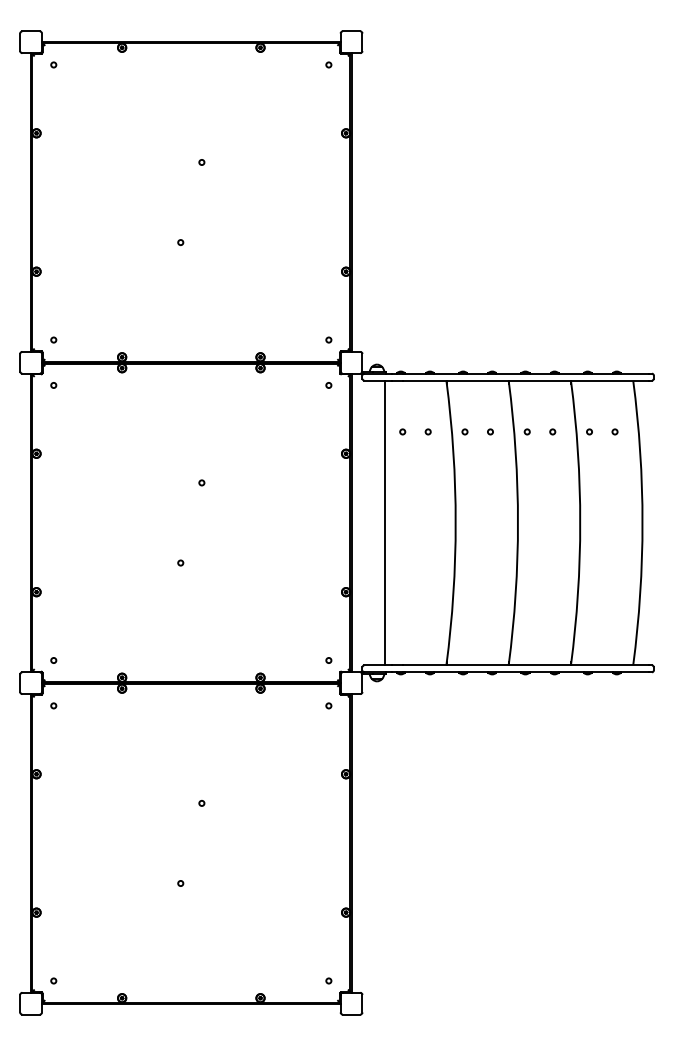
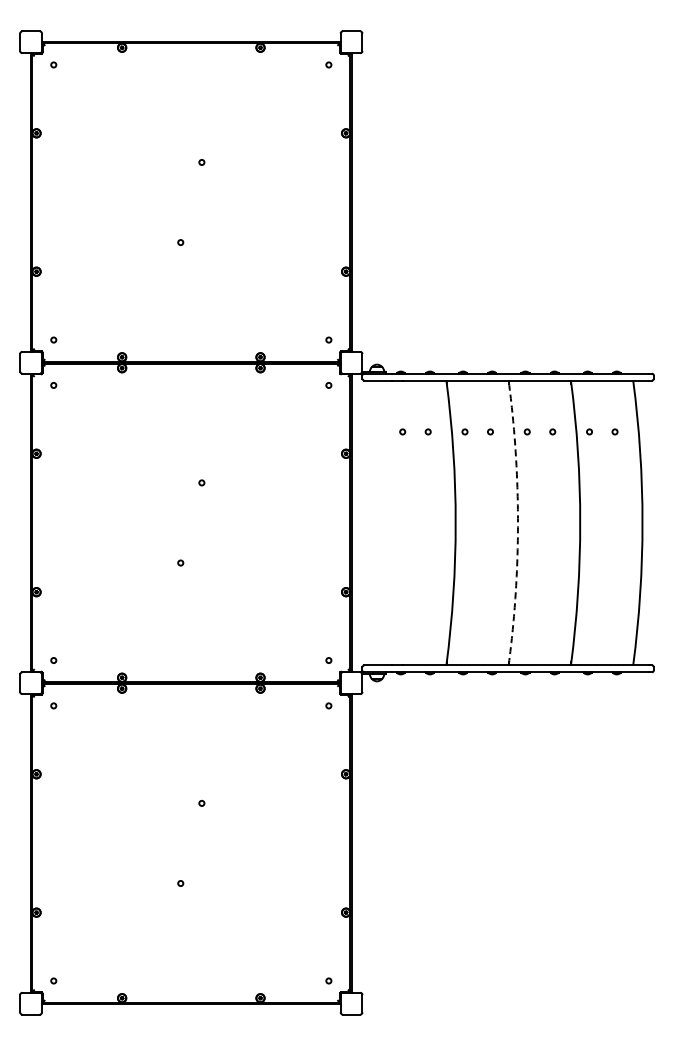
line at (384, 522): present -> none
arc at (517, 522): solid -> dashed
